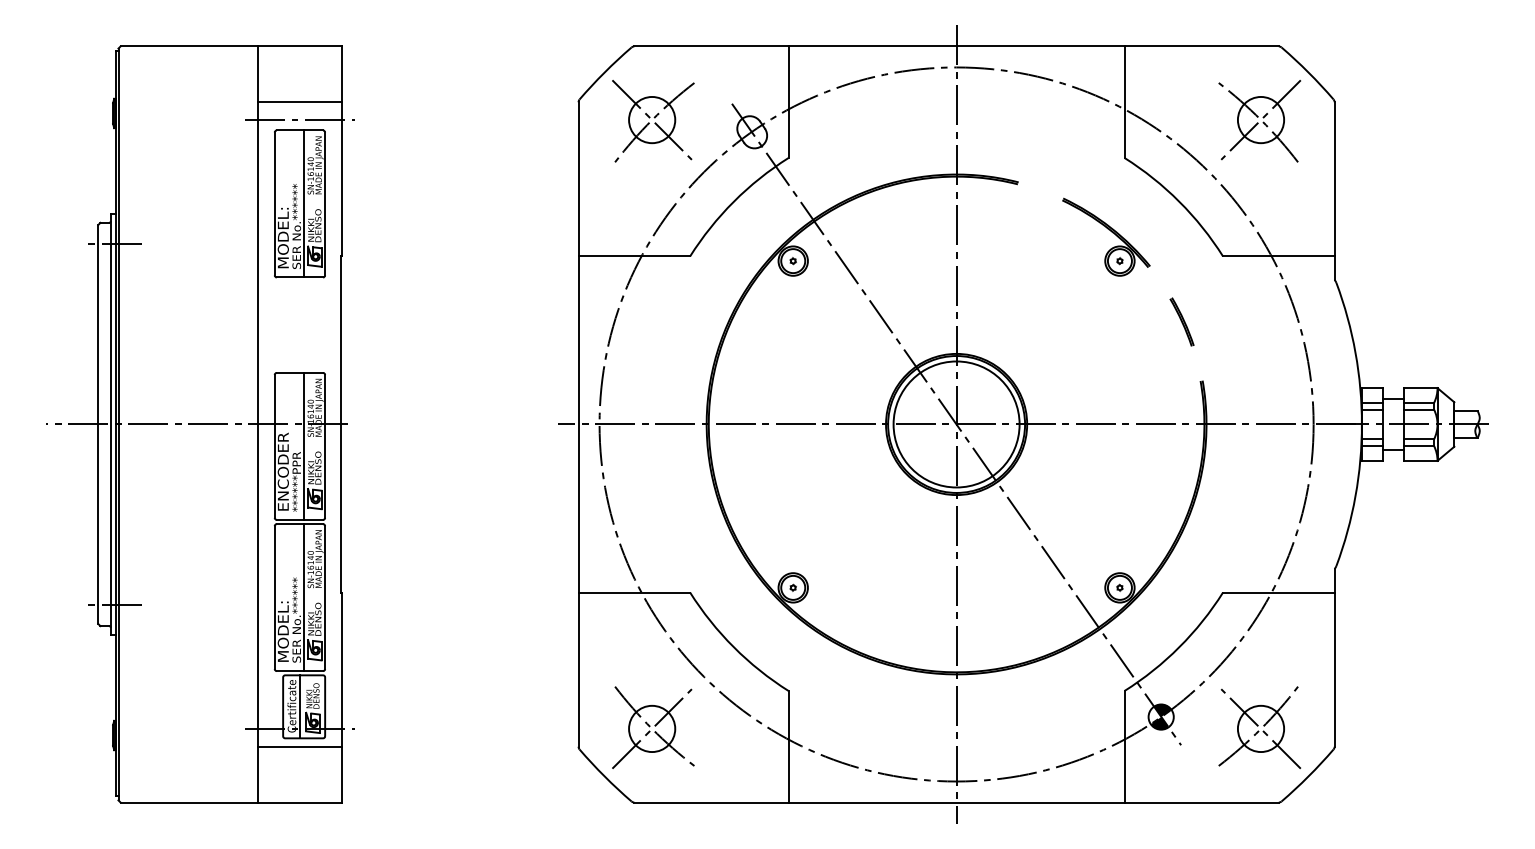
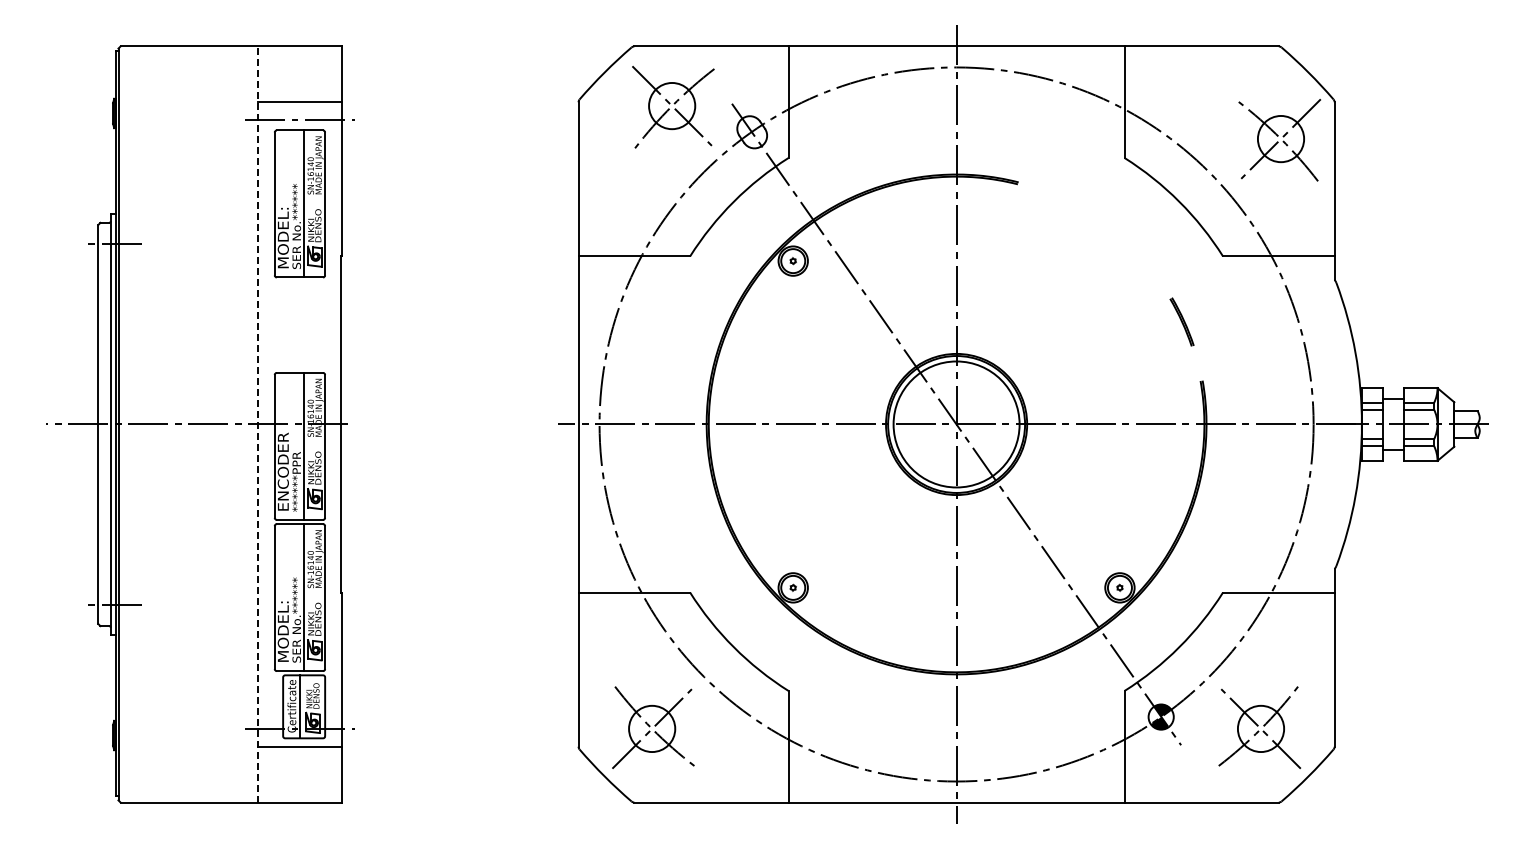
part at (653, 121) position: (653, 121) -> (673, 107)
part at (1259, 121) position: (1259, 121) -> (1279, 140)
part at (1110, 231): present -> none
line at (257, 423): solid -> dashed
